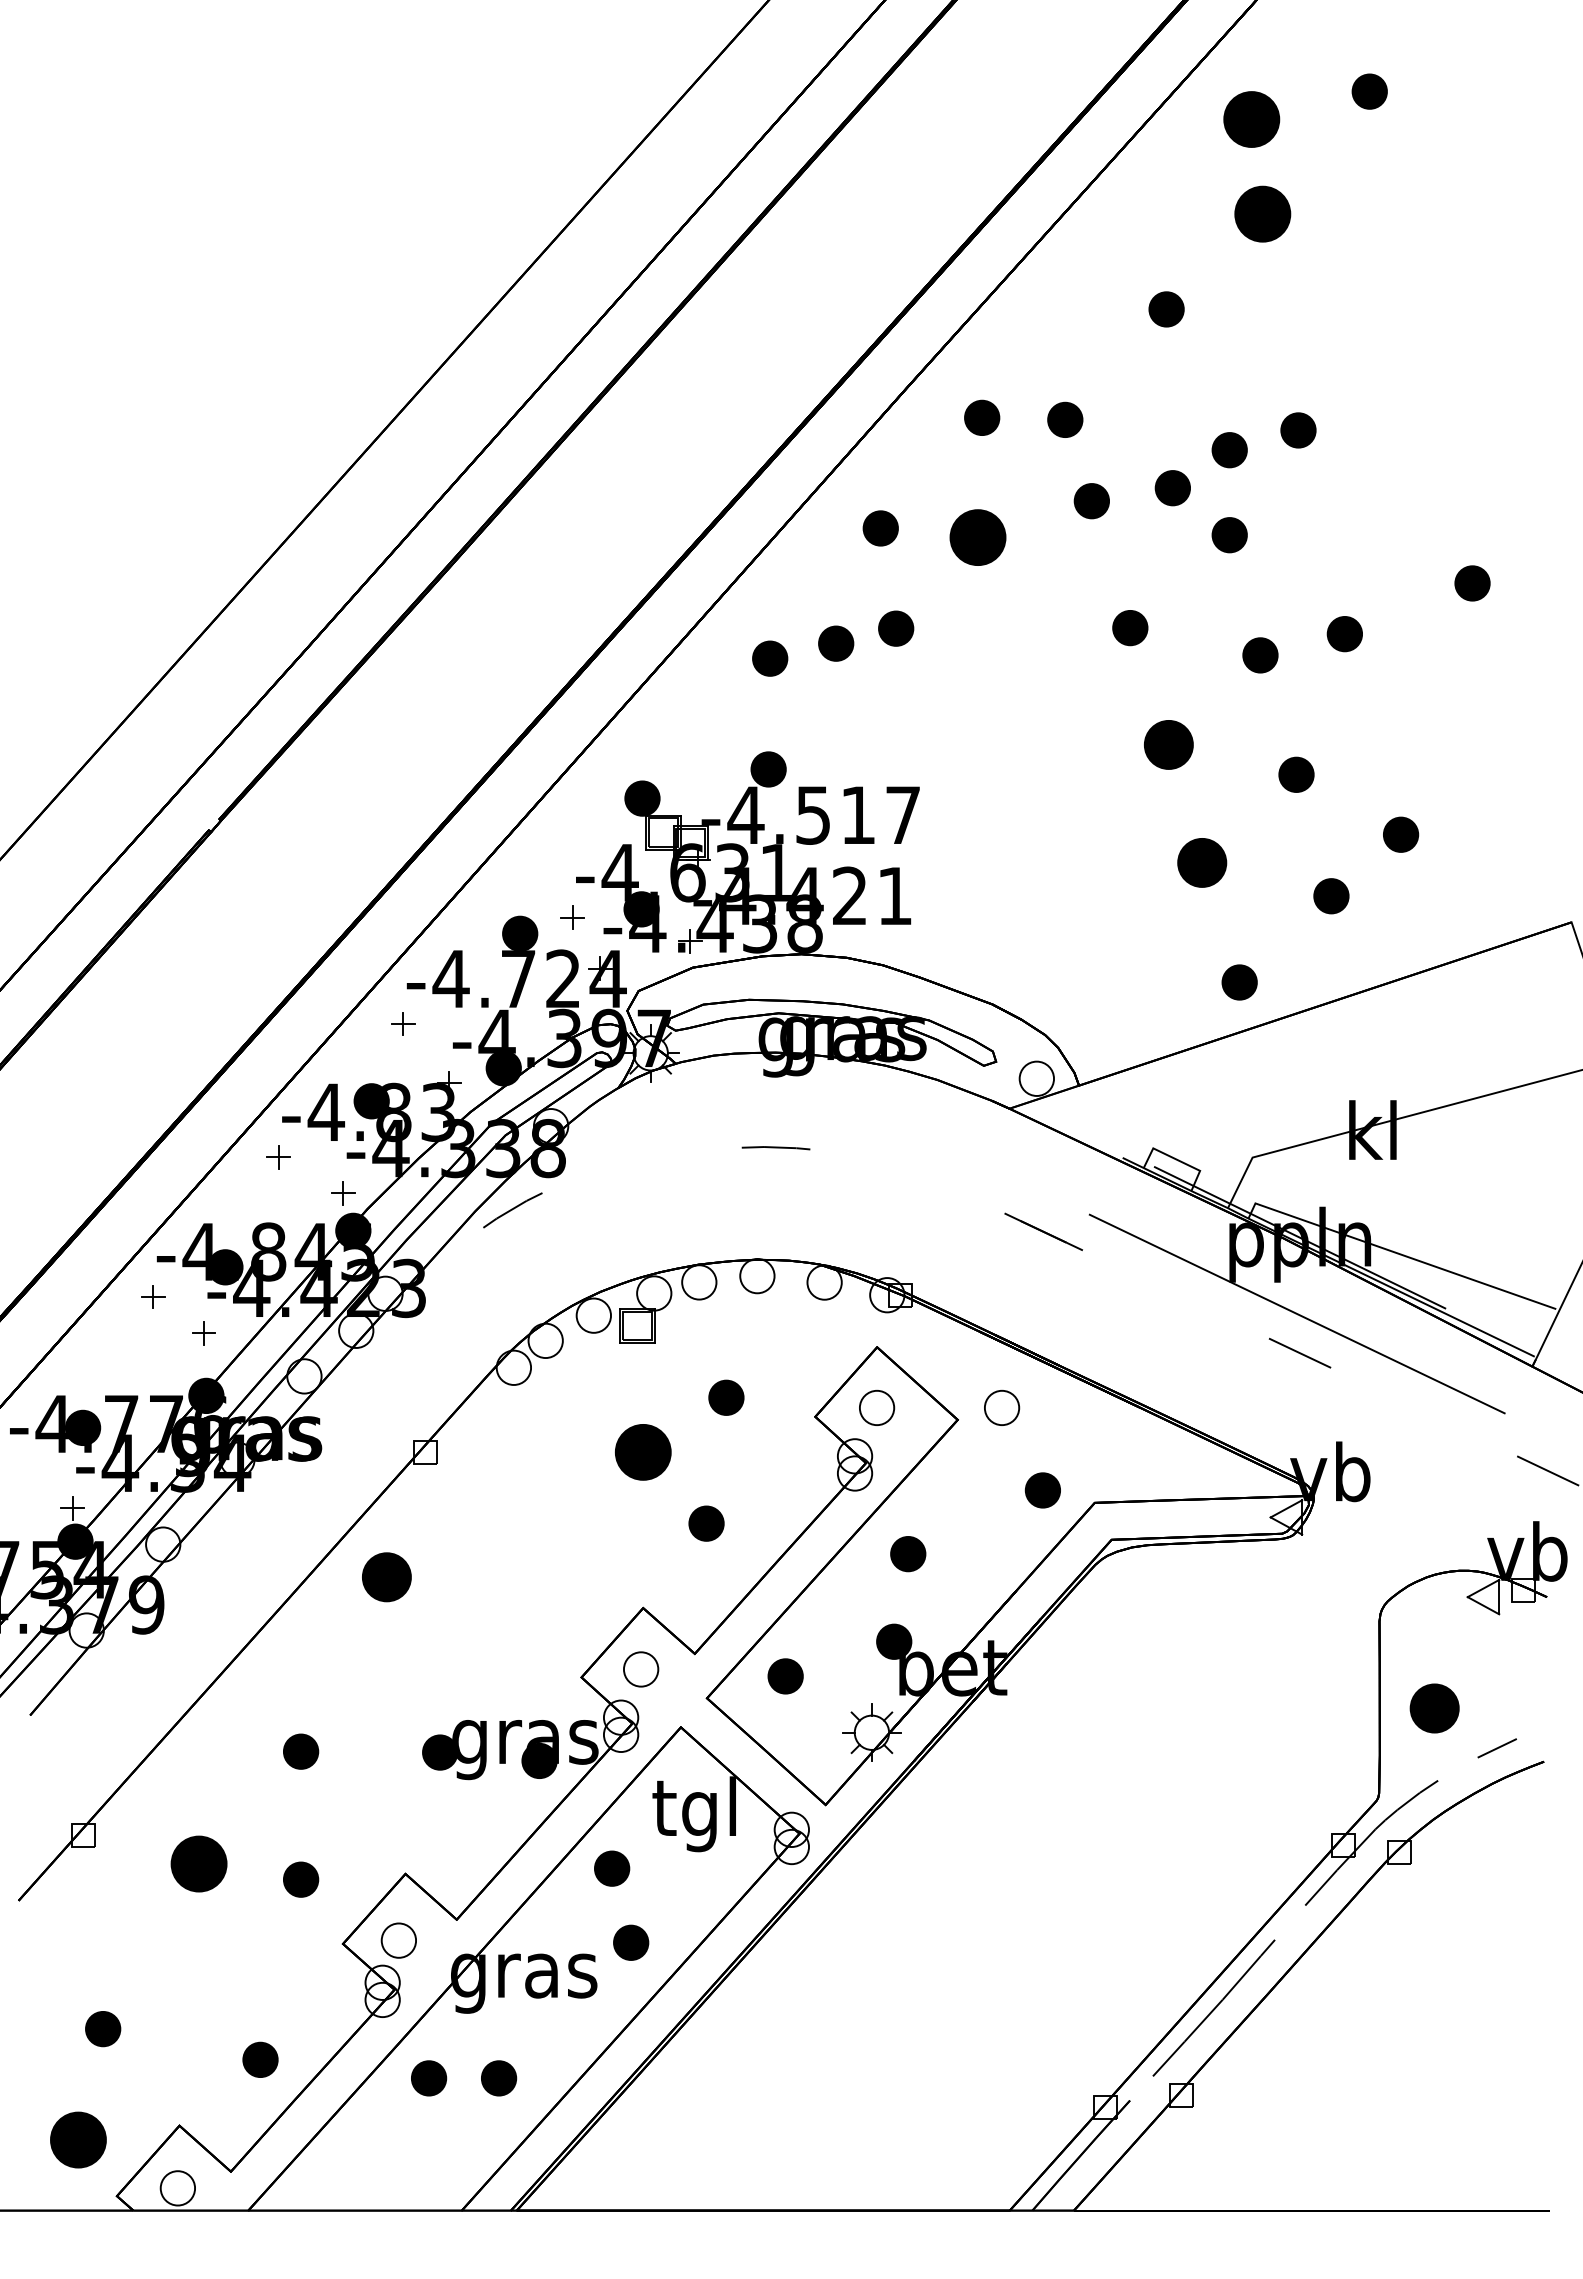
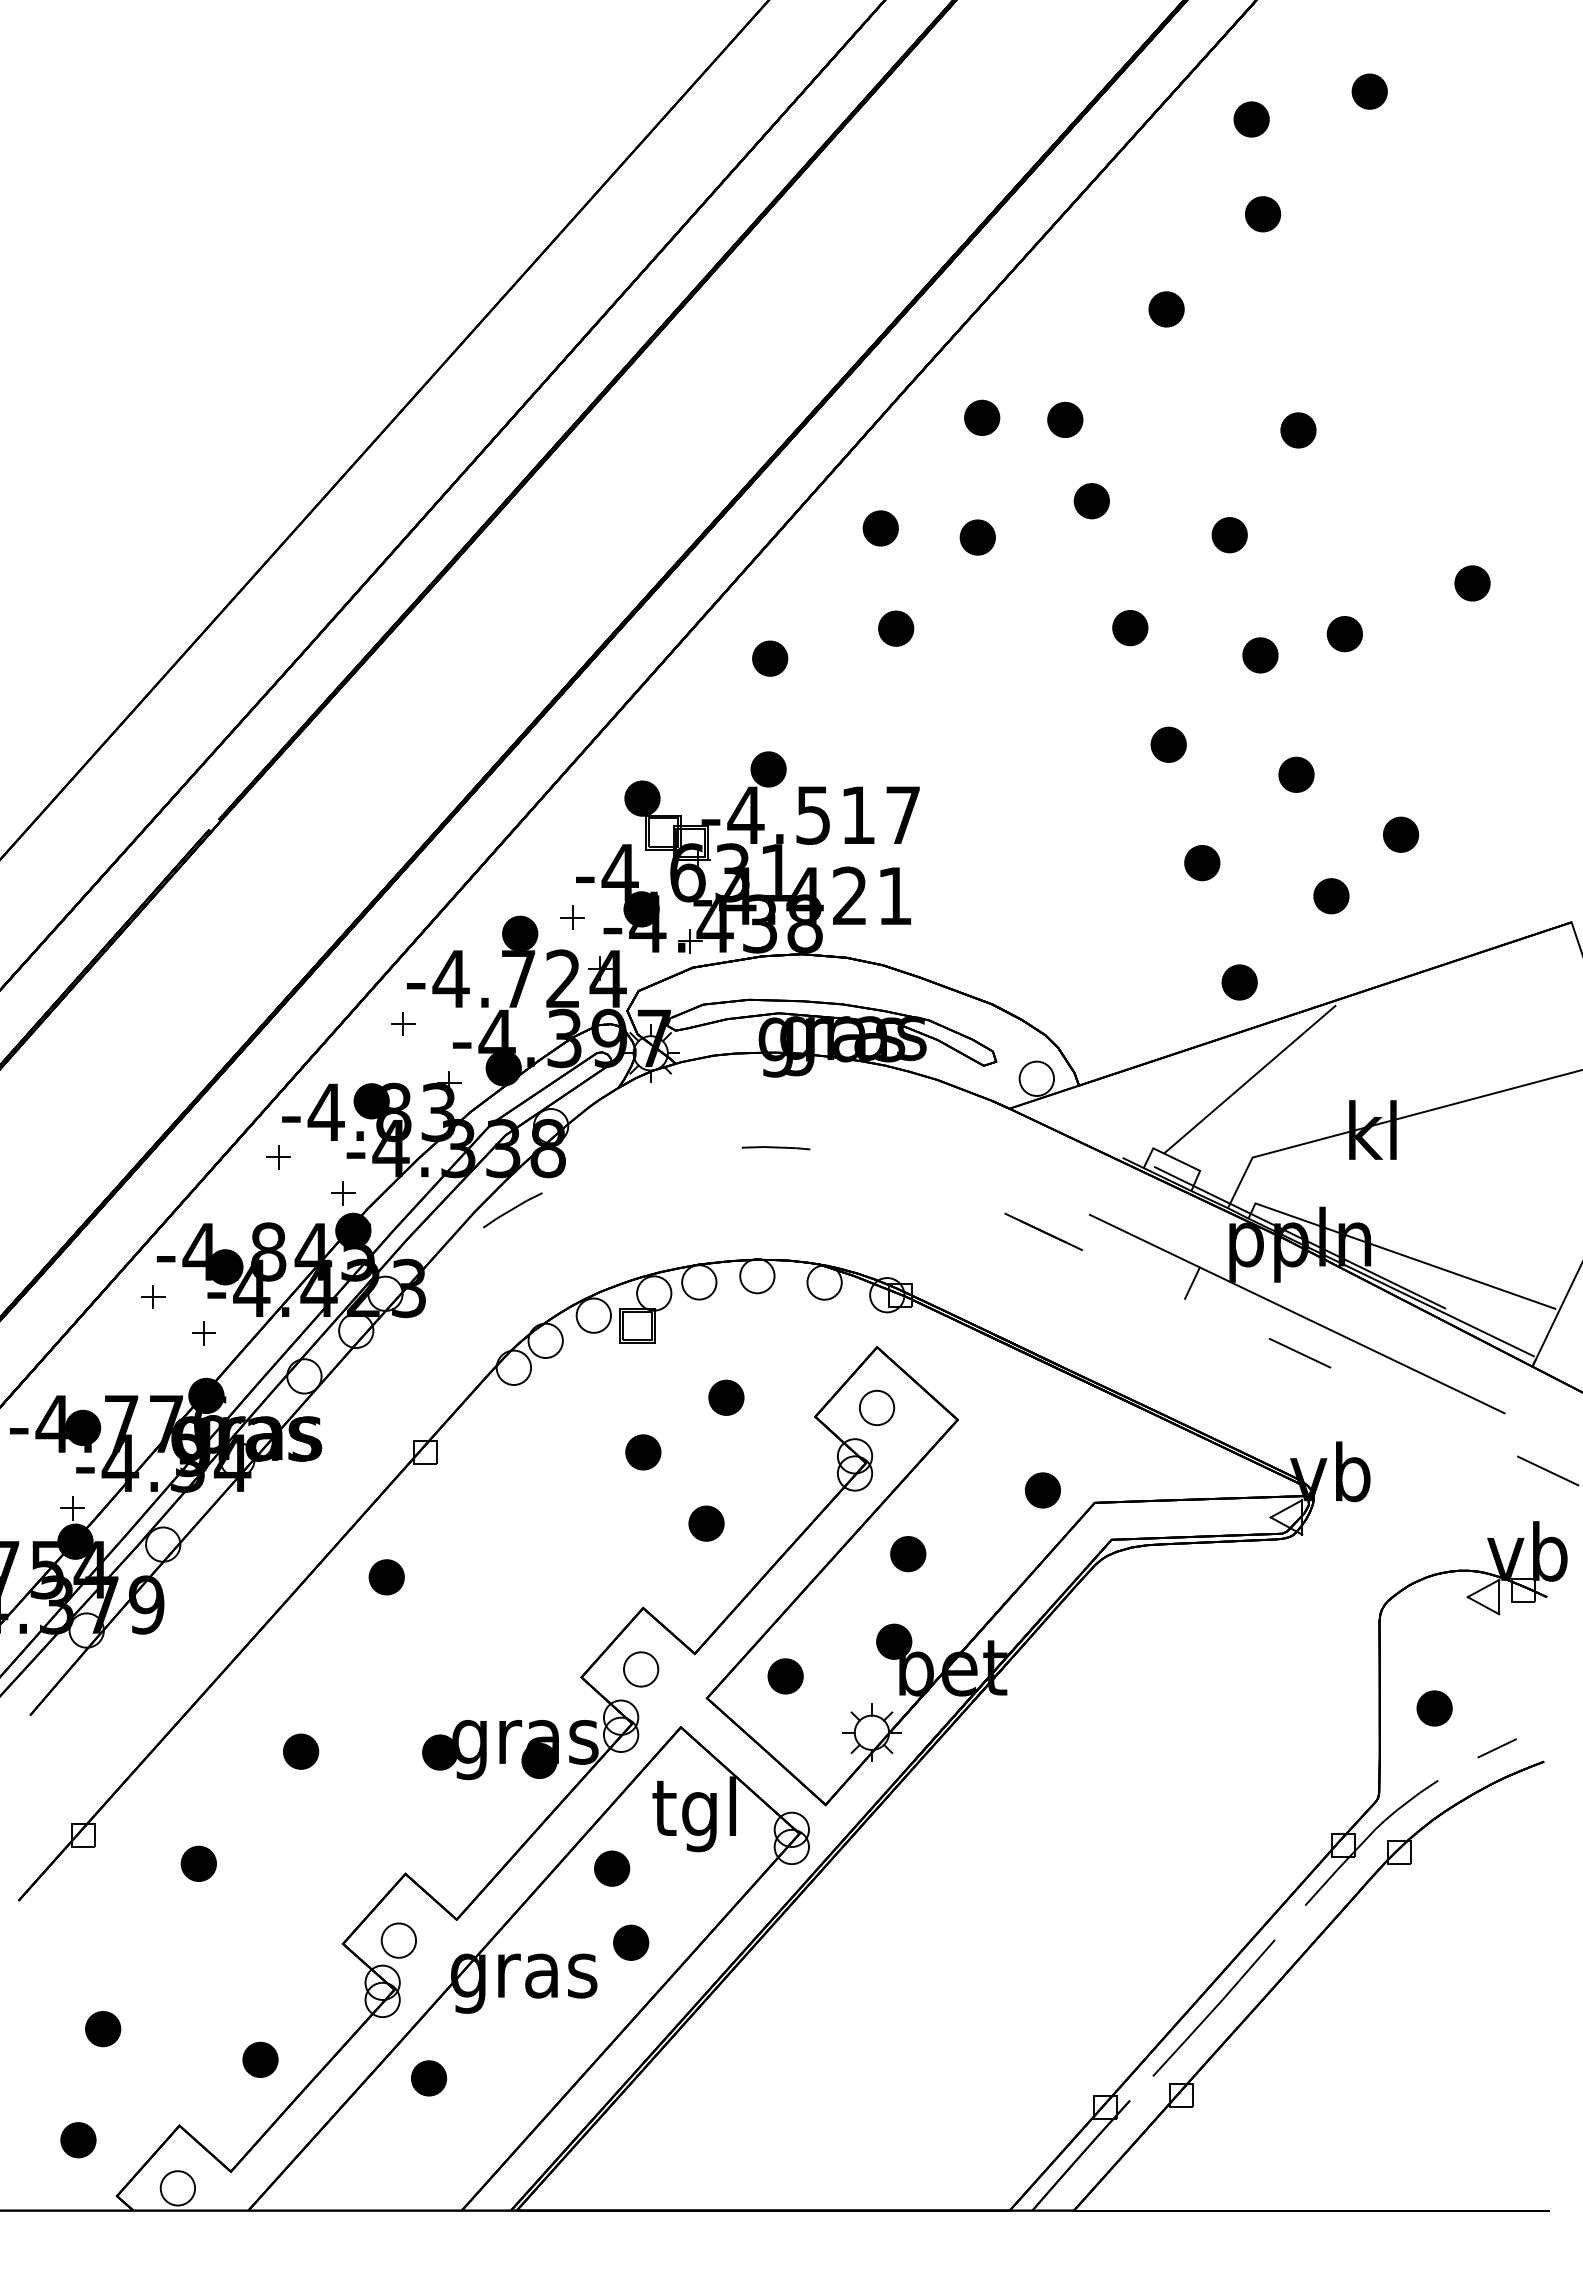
part at (1251, 119) size: 58x57 px -> 37x37 px
part at (1262, 213) size: 58x58 px -> 37x37 px
part at (1229, 450): present -> none
part at (1172, 488): present -> none
part at (977, 537) size: 58x57 px -> 37x37 px
part at (836, 643): present -> none
part at (1168, 744) size: 50x50 px -> 37x37 px
part at (1202, 862) size: 51x50 px -> 37x37 px
line at (1250, 1078): none -> present
line at (1192, 1282): none -> present
part at (1002, 1407): present -> none
part at (643, 1452) size: 57x57 px -> 37x37 px
part at (386, 1577) size: 50x51 px -> 37x37 px
part at (1434, 1708) size: 51x51 px -> 37x37 px
part at (198, 1863) size: 58x58 px -> 37x37 px
part at (301, 1879): present -> none
part at (499, 2078): present -> none
part at (78, 2139) size: 57x58 px -> 37x37 px
